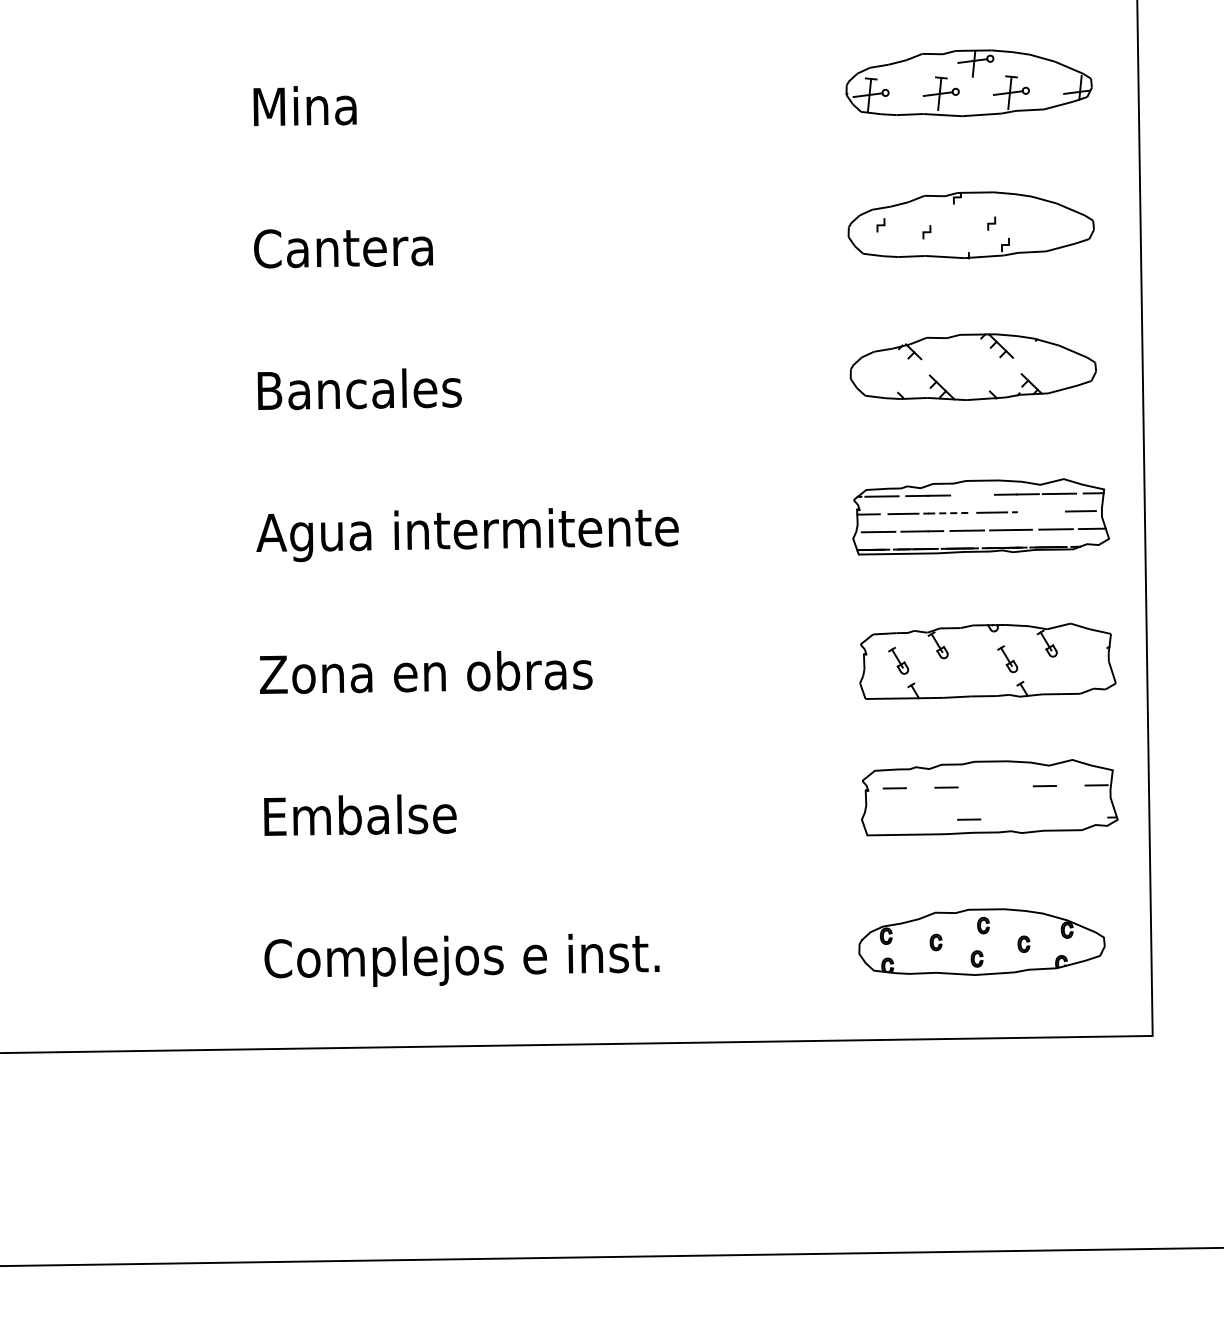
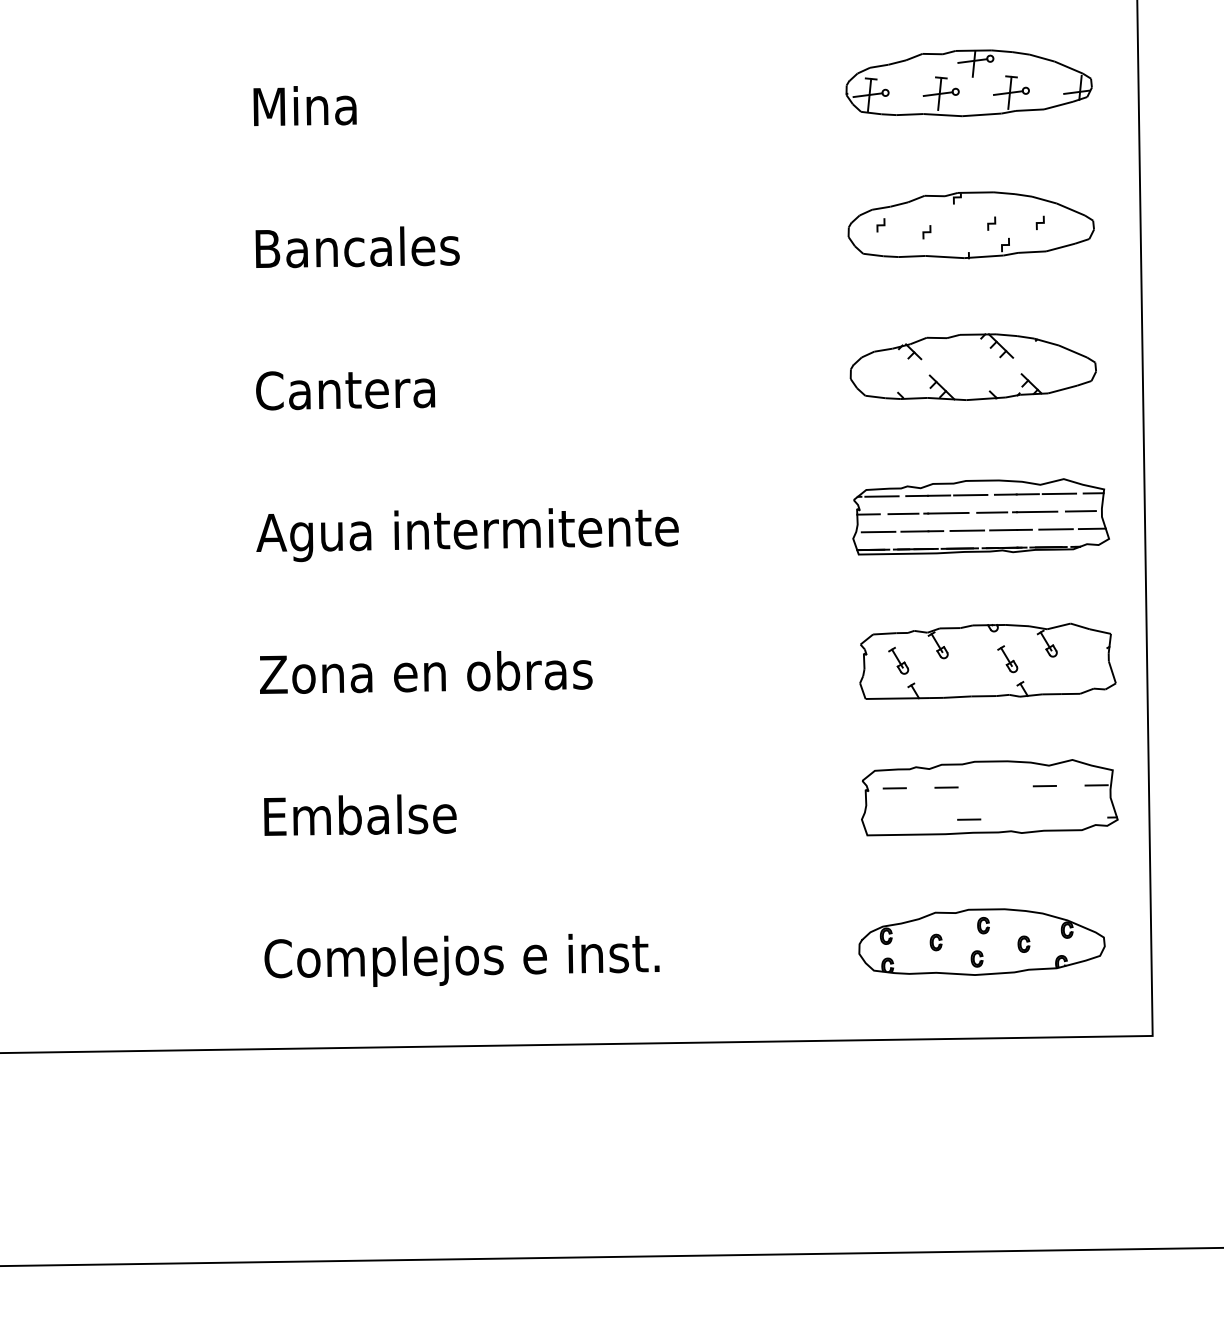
line at (1039, 222): none -> present
text at (356, 247): Cantera -> Bancales
text at (358, 389): Bancales -> Cantera
line at (970, 494): none -> present
line at (1036, 511): none -> present
line at (948, 513): dashed -> solid
